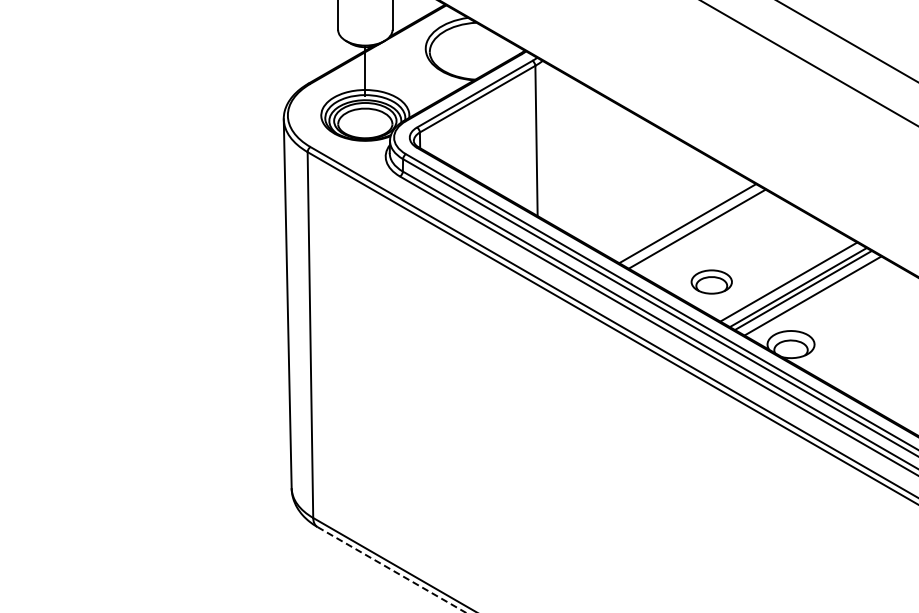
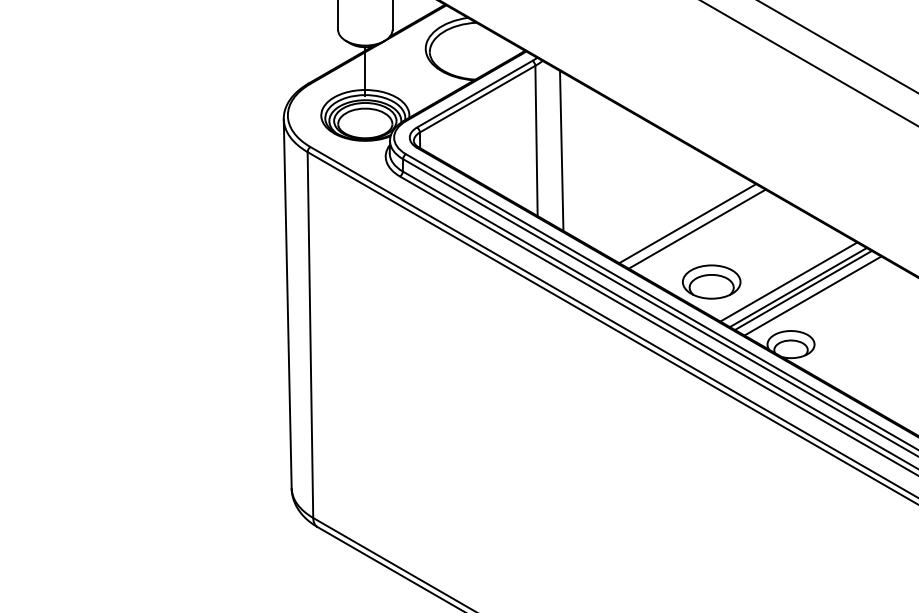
line at (847, 41) position: (847, 41) -> (838, 46)
line at (561, 150): none -> present
part at (711, 281) size: 43x26 px -> 60x36 px
line at (391, 570): dashed -> solid
